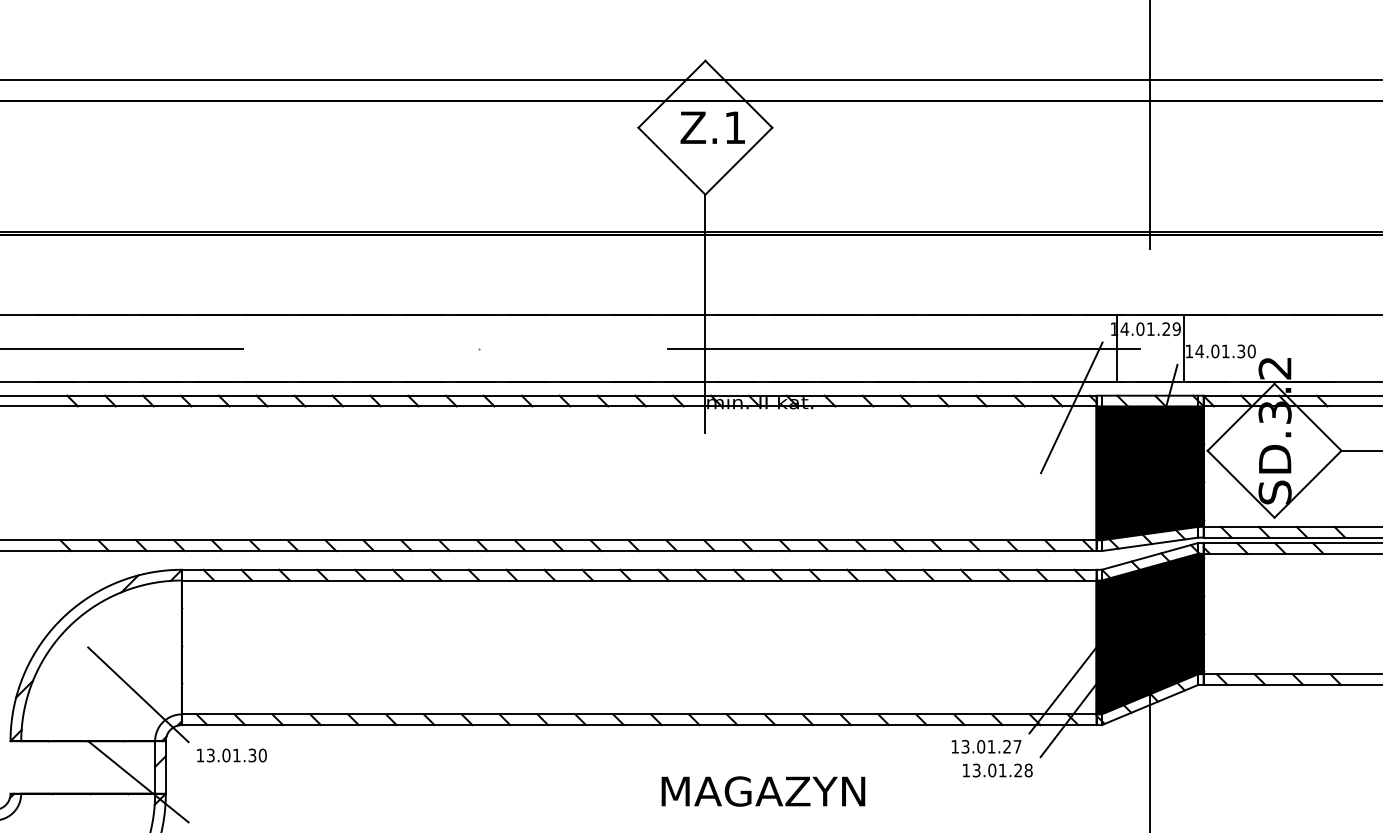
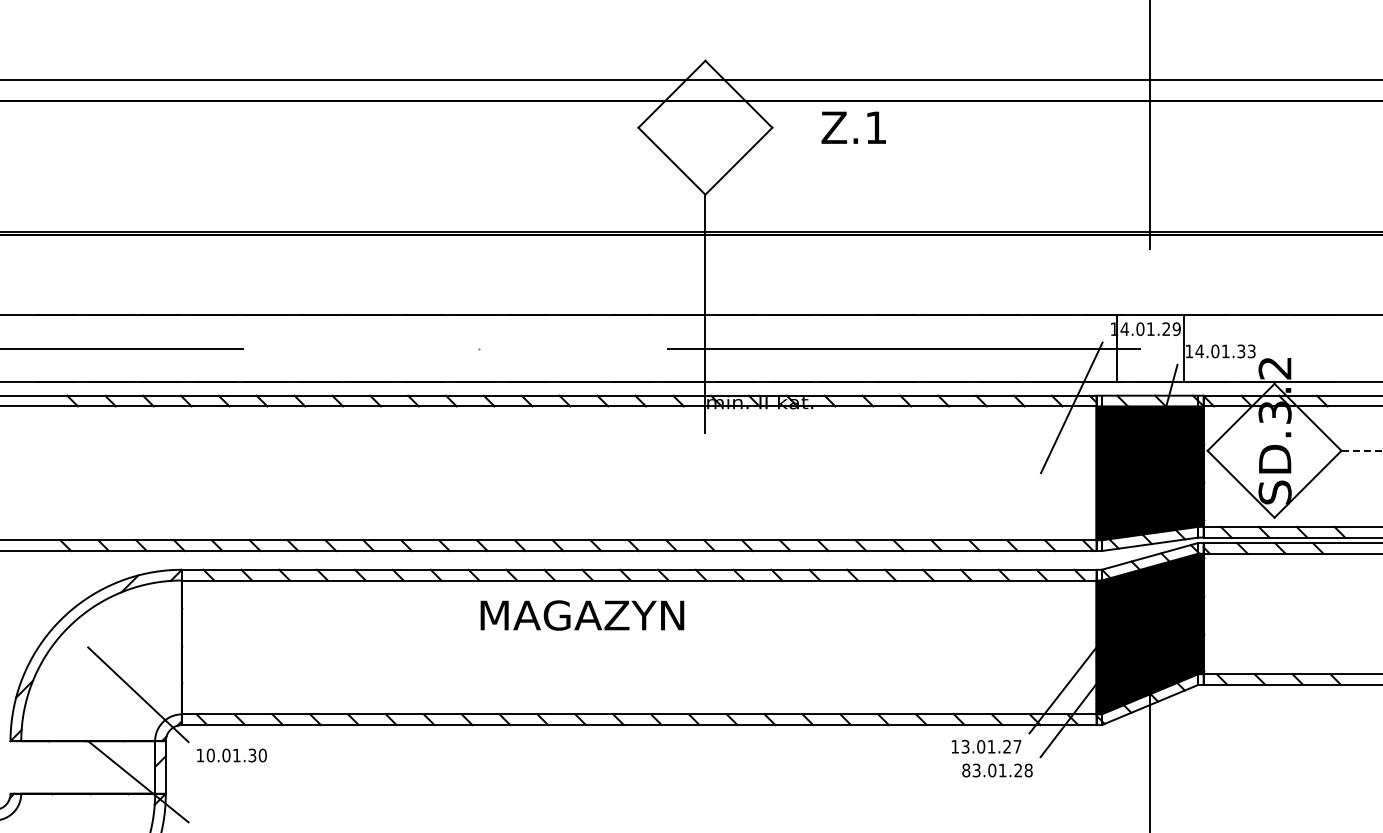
text at (712, 127) position: (712, 127) -> (853, 127)
text at (1251, 351): 14.01.30 -> 14.01.33
line at (1362, 450): solid -> dashed
text at (210, 755): 13.01.30 -> 10.01.30
text at (966, 770): 13.01.28 -> 83.01.28
text at (763, 791) position: (763, 791) -> (582, 615)
